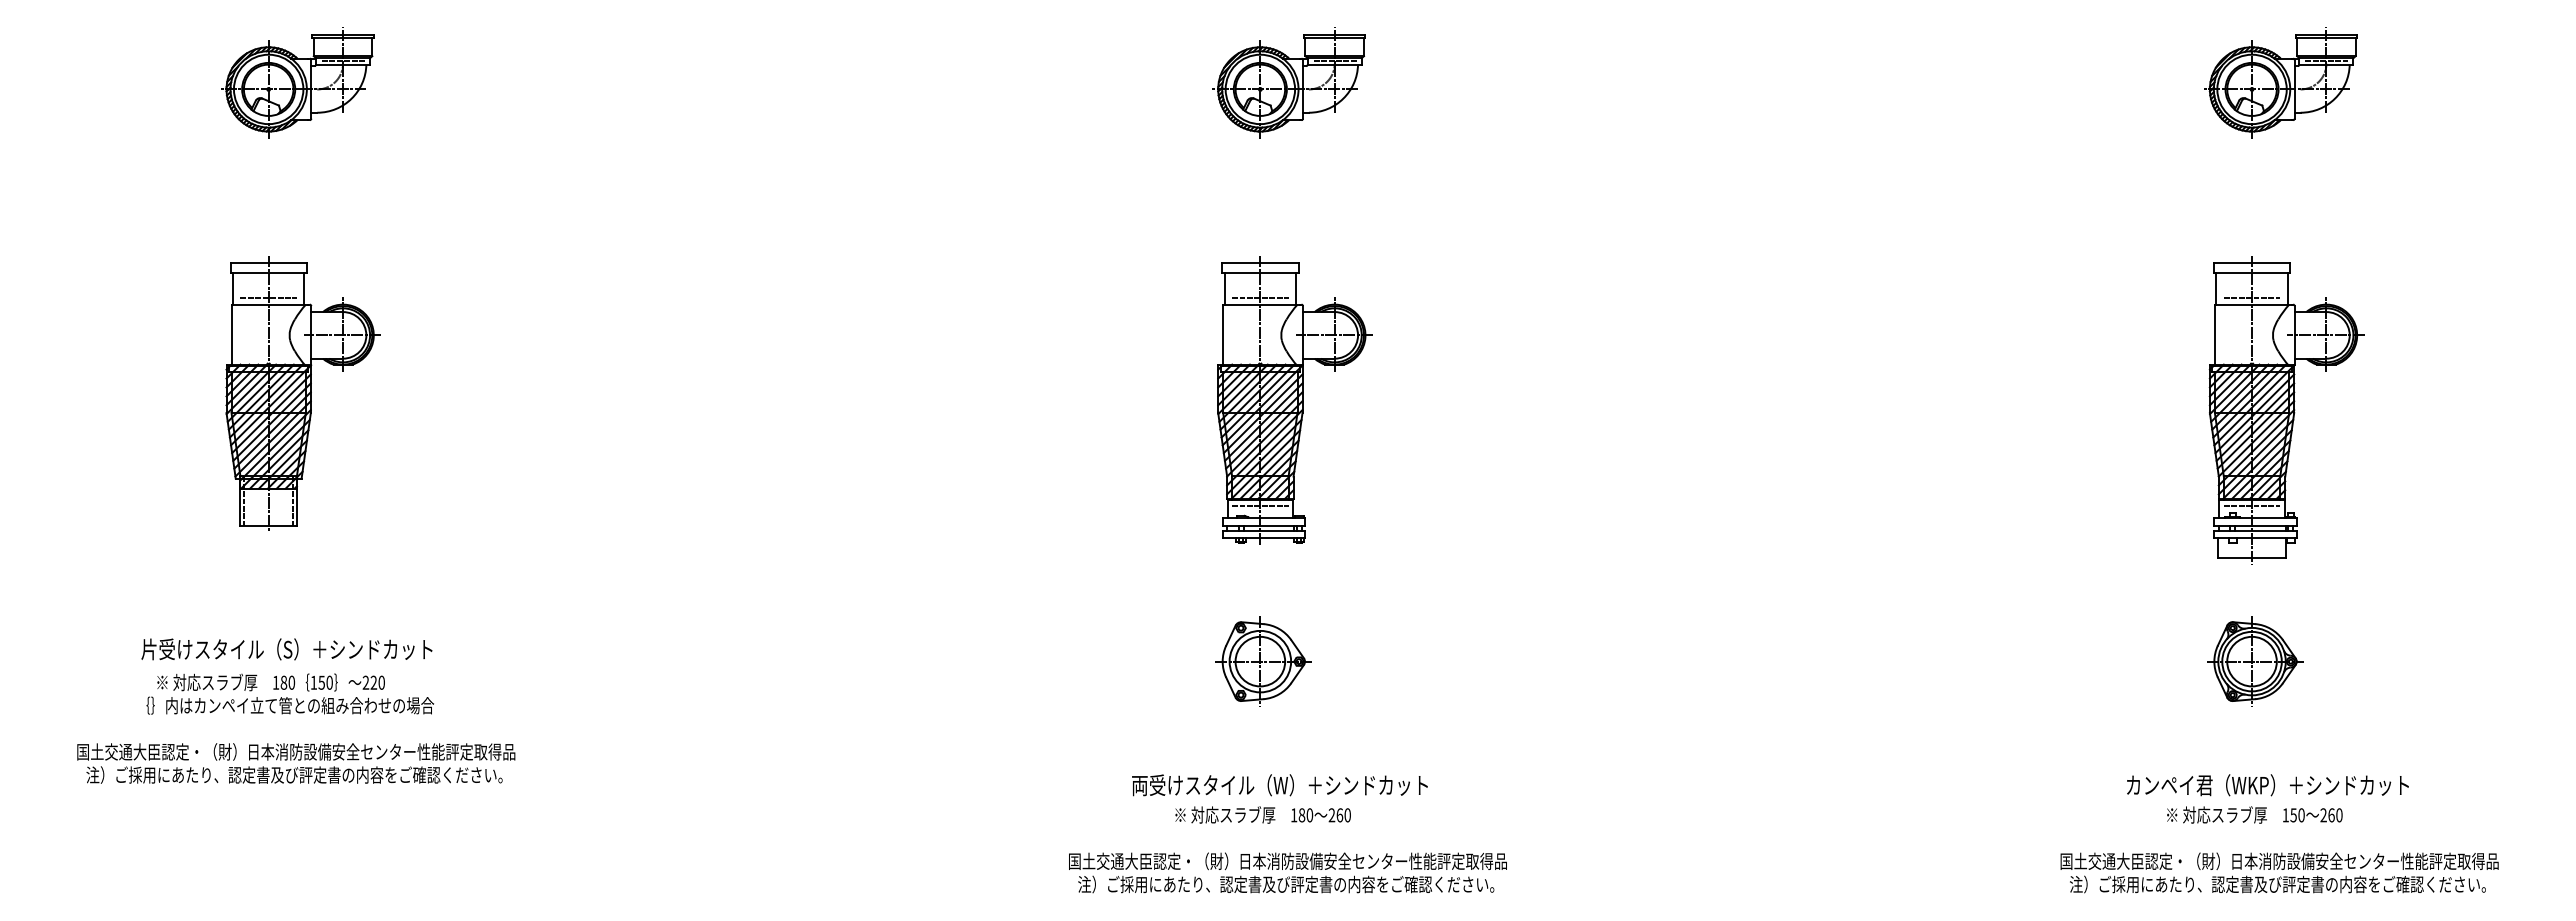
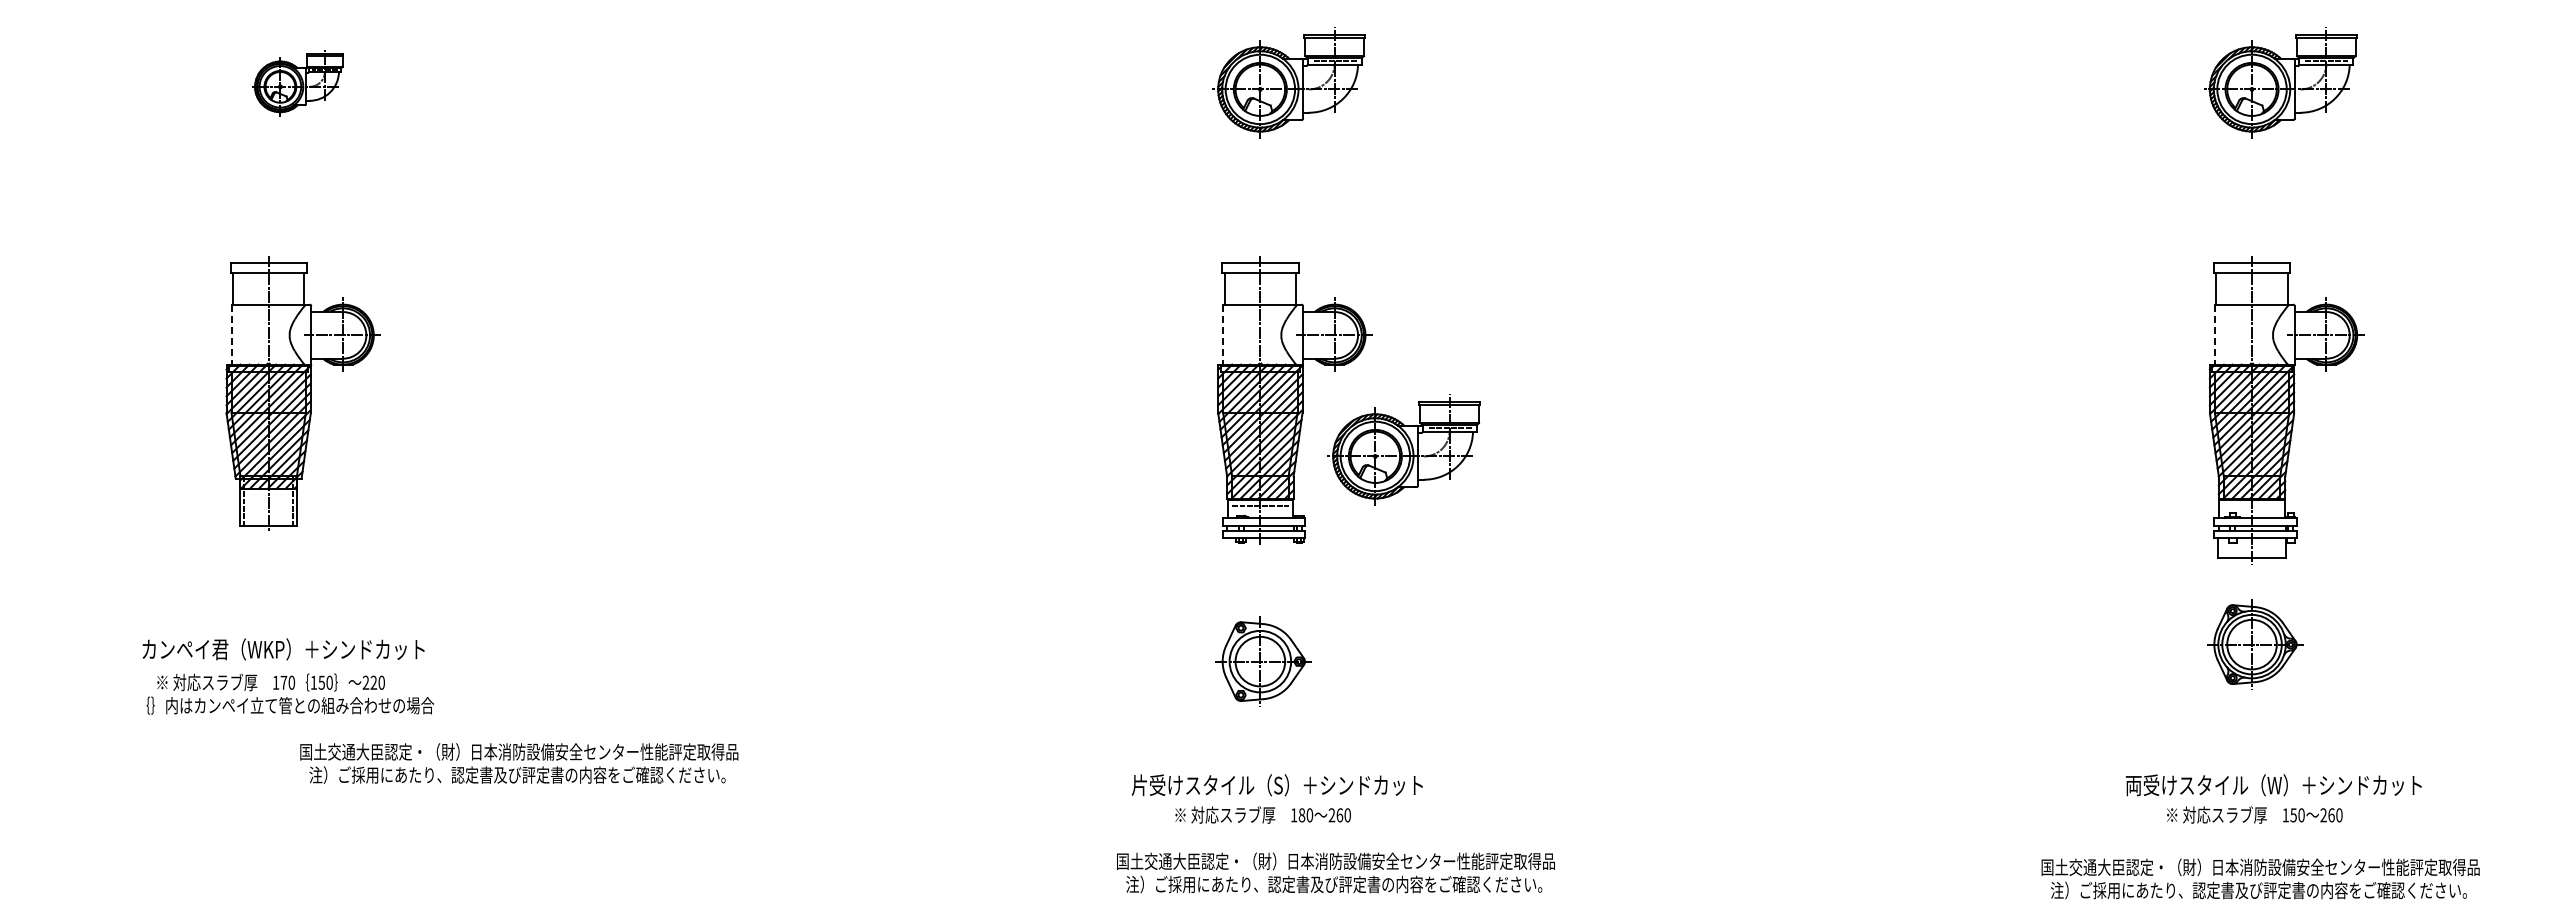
part at (297, 82) size: 154x112 px -> 92x67 px
line at (268, 297): present -> none
line at (1260, 297): present -> none
line at (2251, 297): present -> none
line at (231, 335): solid -> dashed
line at (1223, 335): solid -> dashed
line at (2214, 335): solid -> dashed
part at (1403, 449): none -> present
line at (2251, 505): present -> none
text at (286, 649): 片受けスタイル（S）＋シンドカット -> カンペイ君（WKP）＋シンドカット
part at (2255, 661) position: (2255, 661) -> (2255, 644)
text at (283, 682): 180 -> 170
text at (296, 763) position: (296, 763) -> (519, 763)
text at (1279, 785): 両受けスタイル（W）＋シンドカット -> 片受けスタイル（S）＋シンドカット
text at (2273, 785): カンペイ君（WKP）＋シンドカット -> 両受けスタイル（W）＋シンドカット
text at (1287, 872) position: (1287, 872) -> (1335, 872)
text at (2279, 872) position: (2279, 872) -> (2260, 878)
